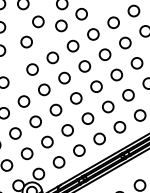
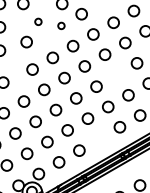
circle at (38, 21) size: 13x14 px -> 9x9 px
circle at (61, 25) size: 13x14 px -> 9x10 px
circle at (116, 74): present -> none
circle at (99, 138): present -> none
